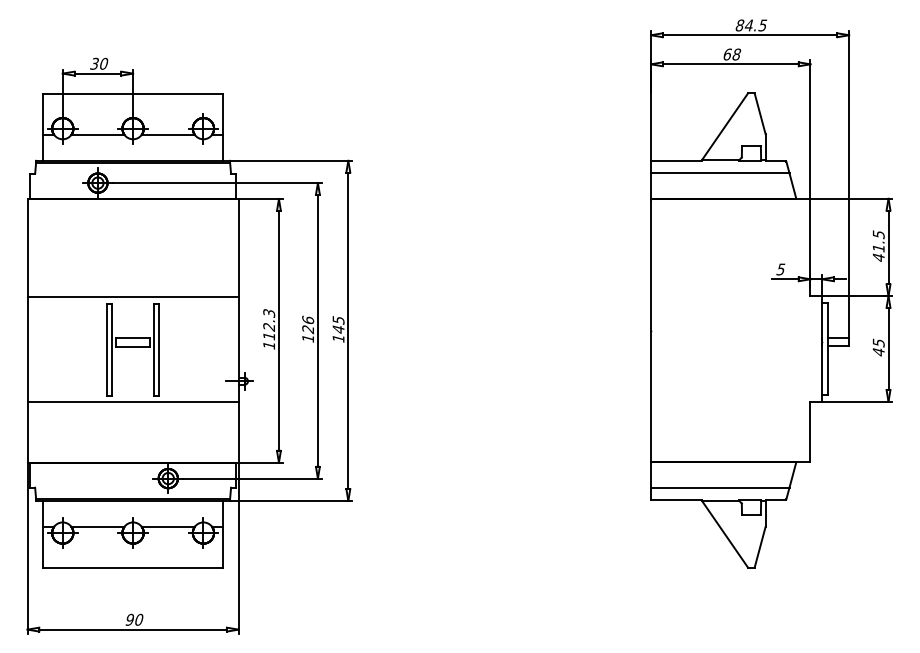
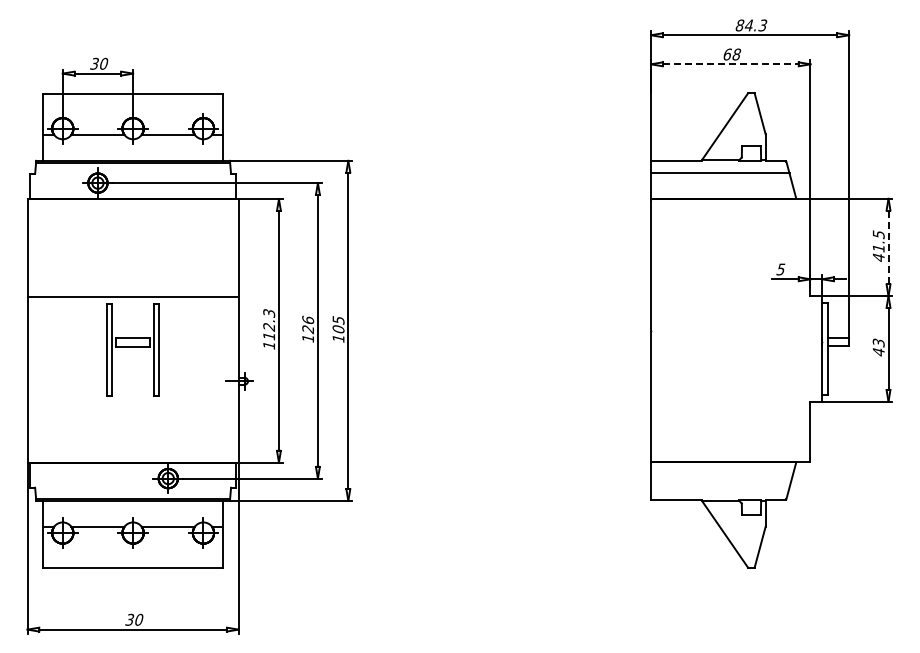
text at (763, 24): 84.5 -> 84.3
line at (731, 64): solid -> dashed
line at (888, 247): solid -> dashed
text at (338, 329): 145 -> 105
text at (877, 341): 45 -> 43
line at (132, 402): present -> none
line at (720, 487): present -> none
text at (129, 619): 90 -> 30
